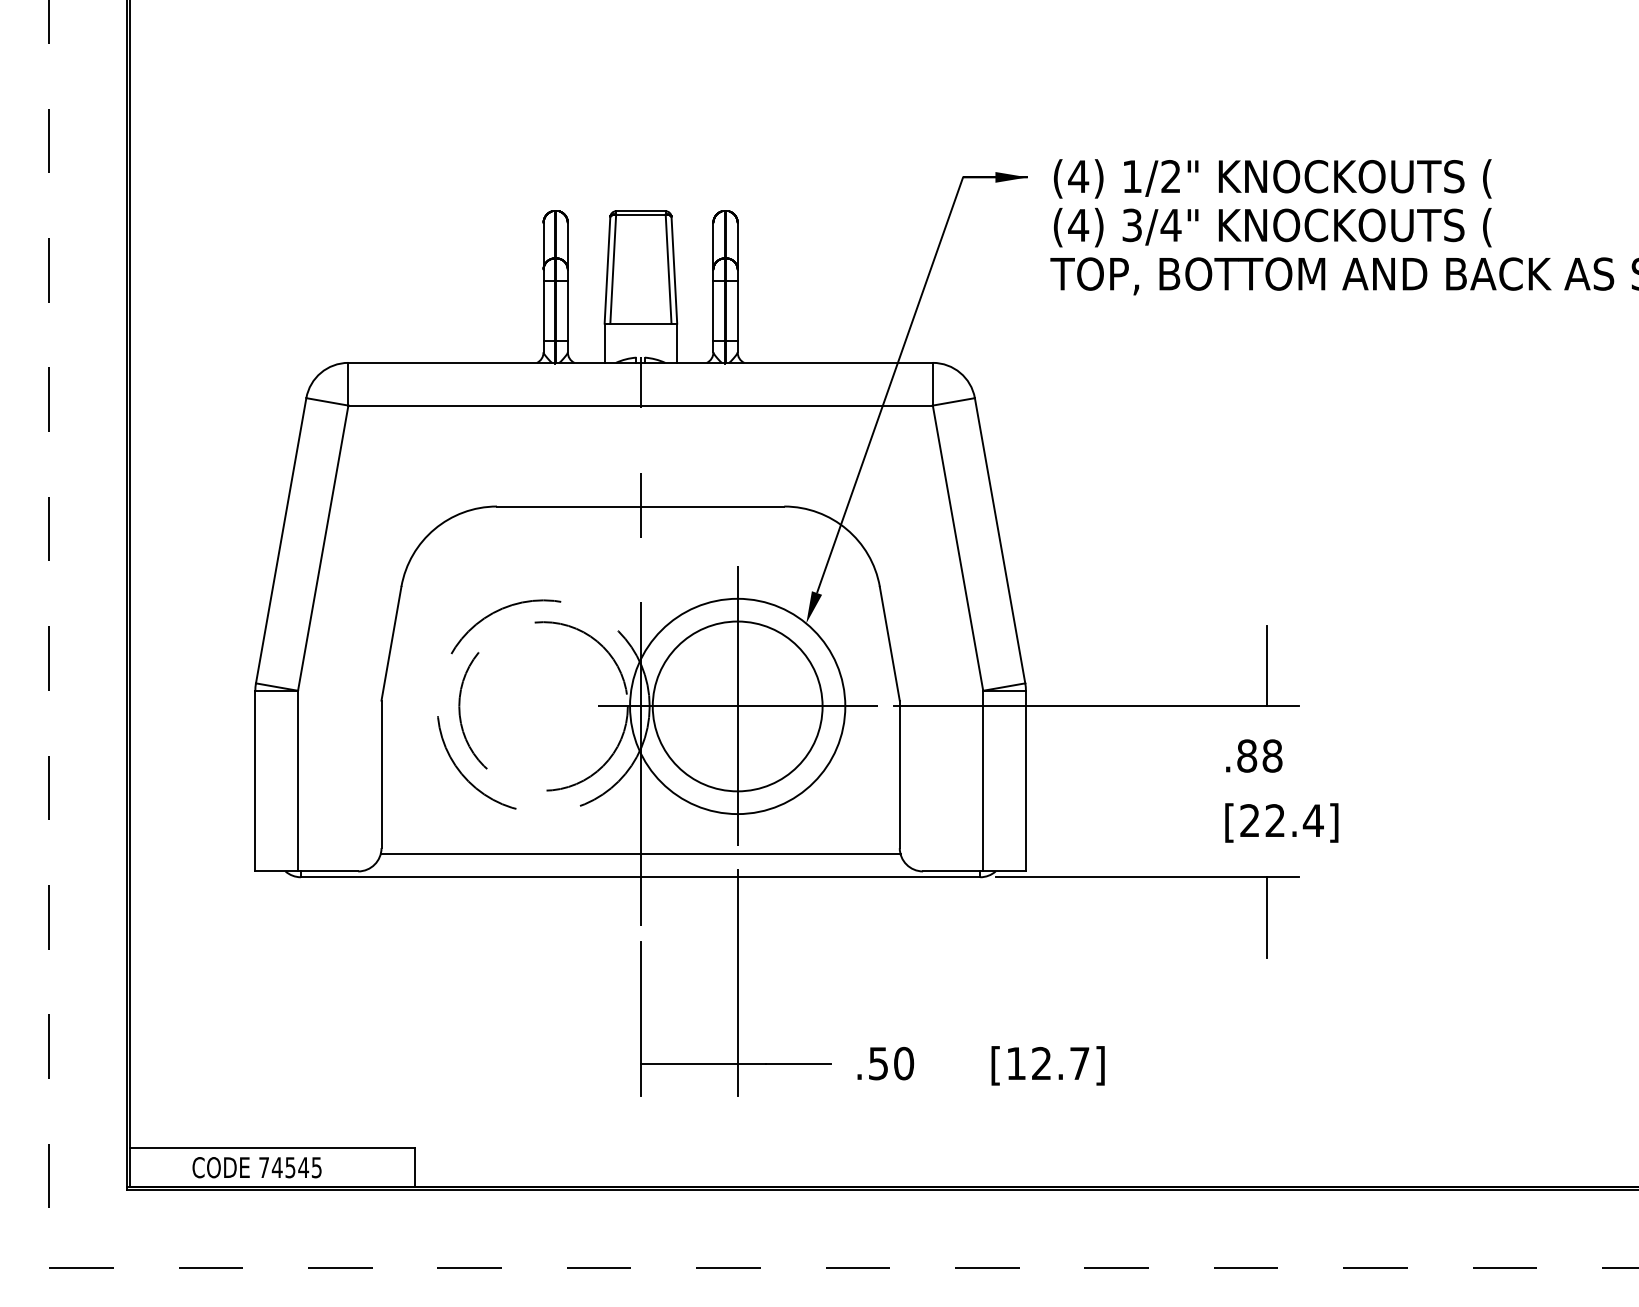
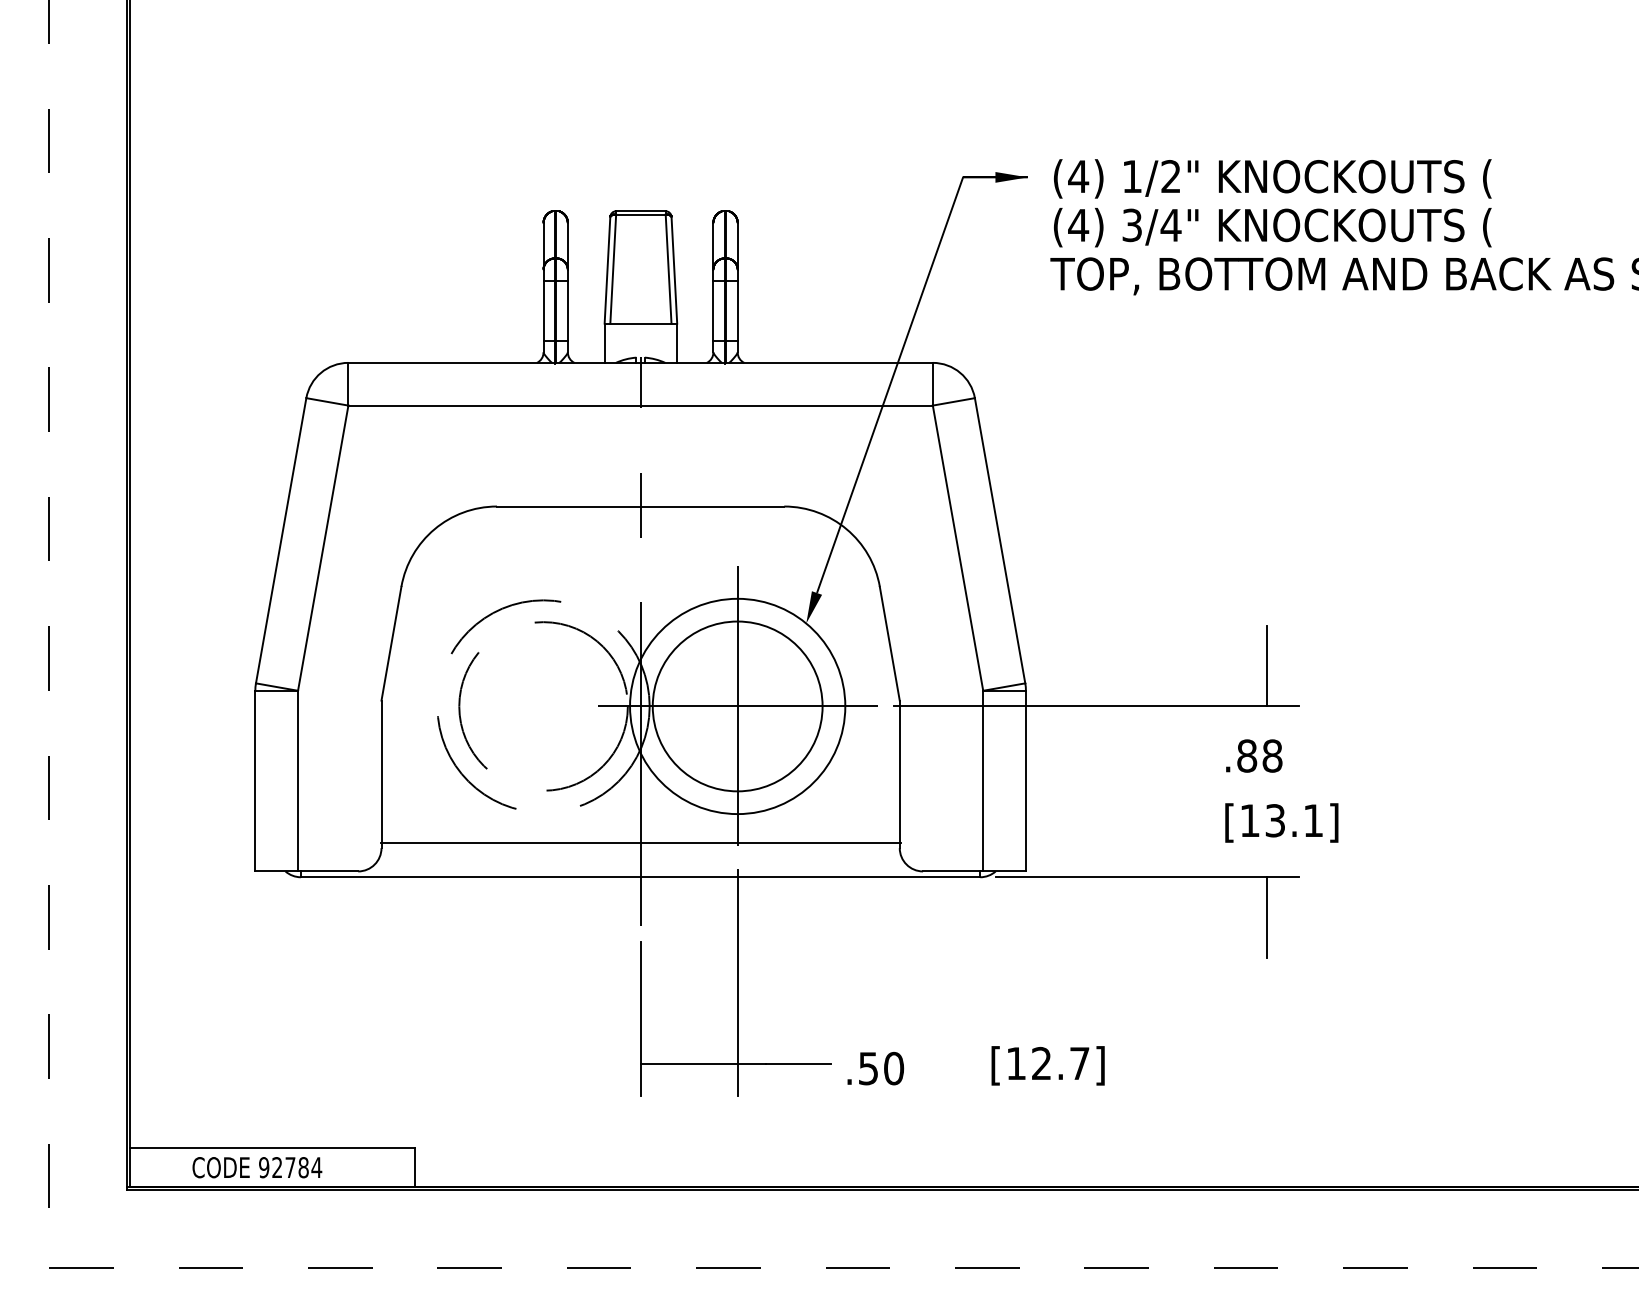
text at (1281, 820): [22.4] -> [13.1]
line at (640, 853) position: (640, 853) -> (640, 842)
text at (885, 1063) position: (885, 1063) -> (875, 1068)
text at (290, 1167): 74545 -> 92784
